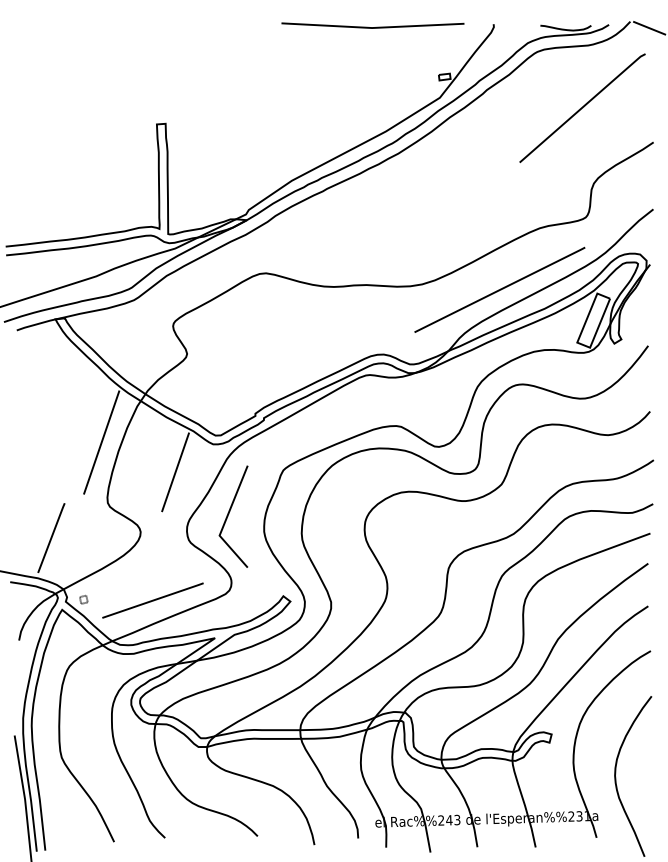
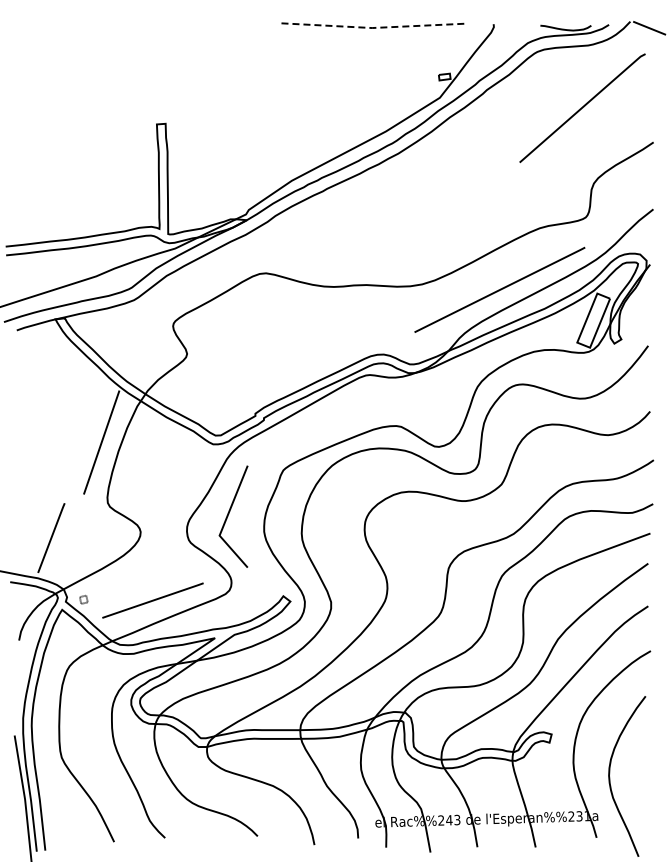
line at (373, 27): solid -> dashed
line at (175, 472): present -> none
curve at (616, 777) position: (616, 777) -> (610, 777)
